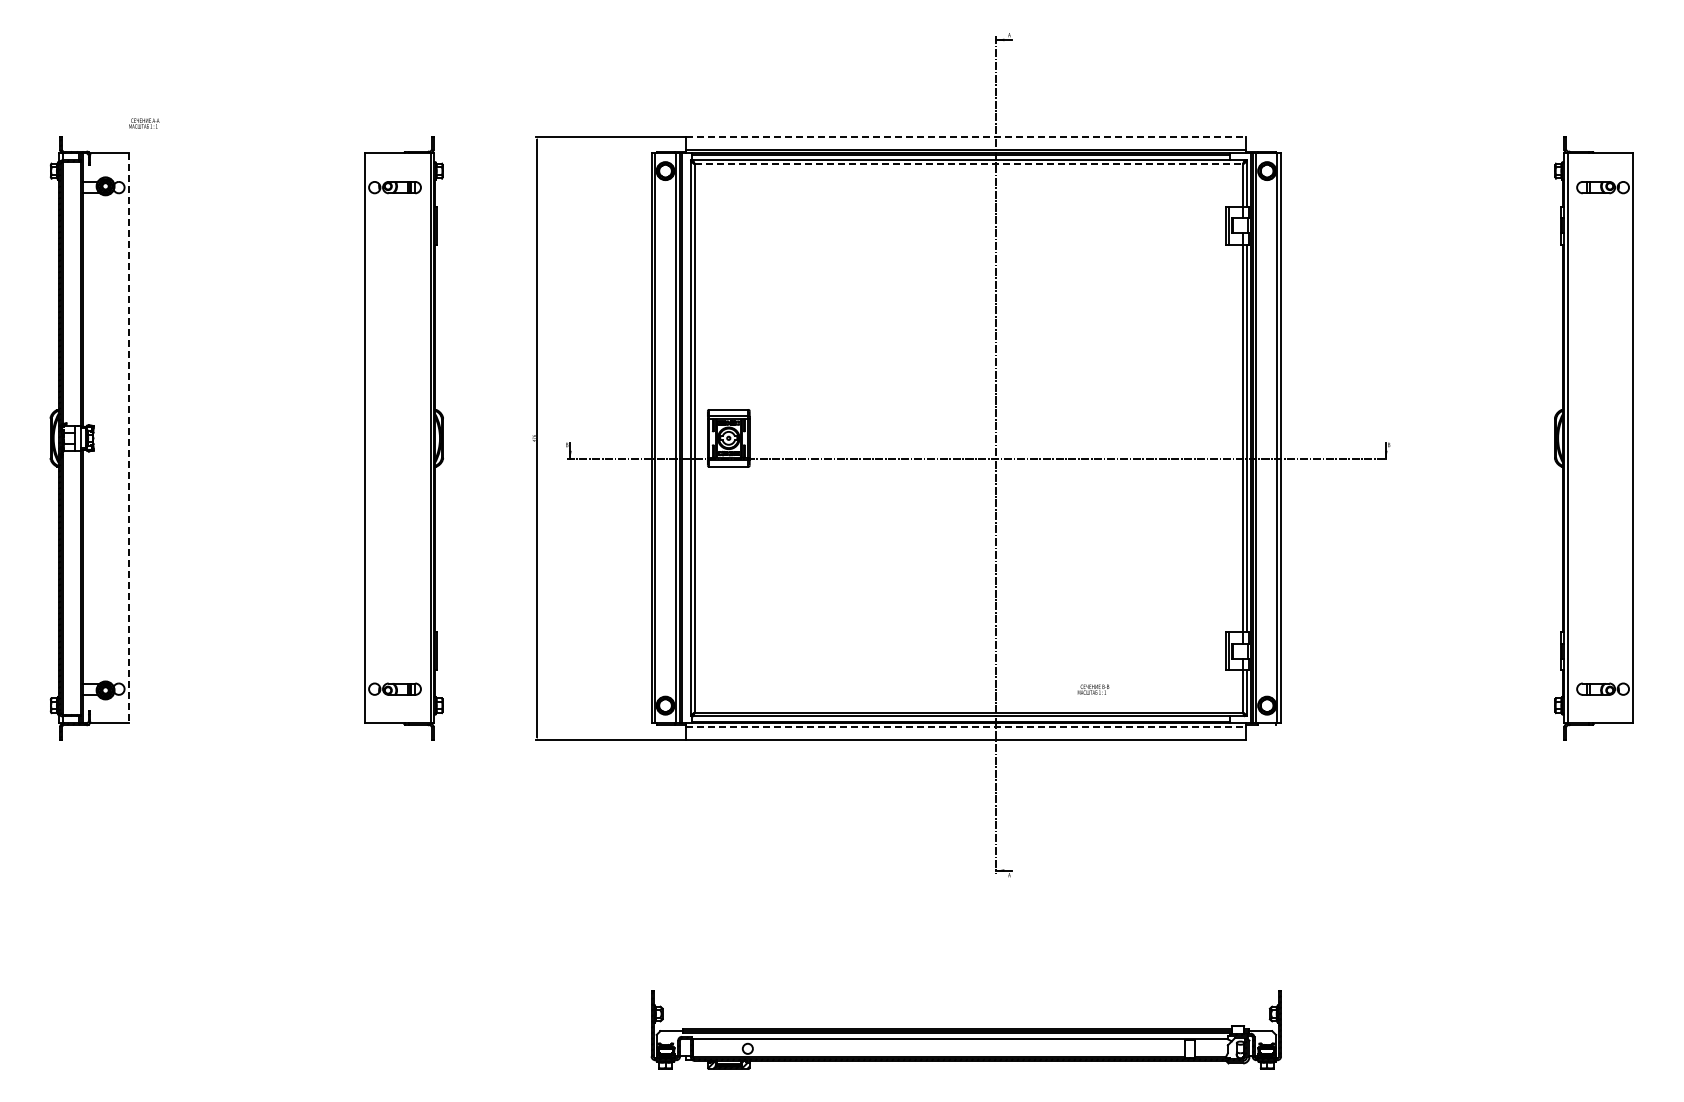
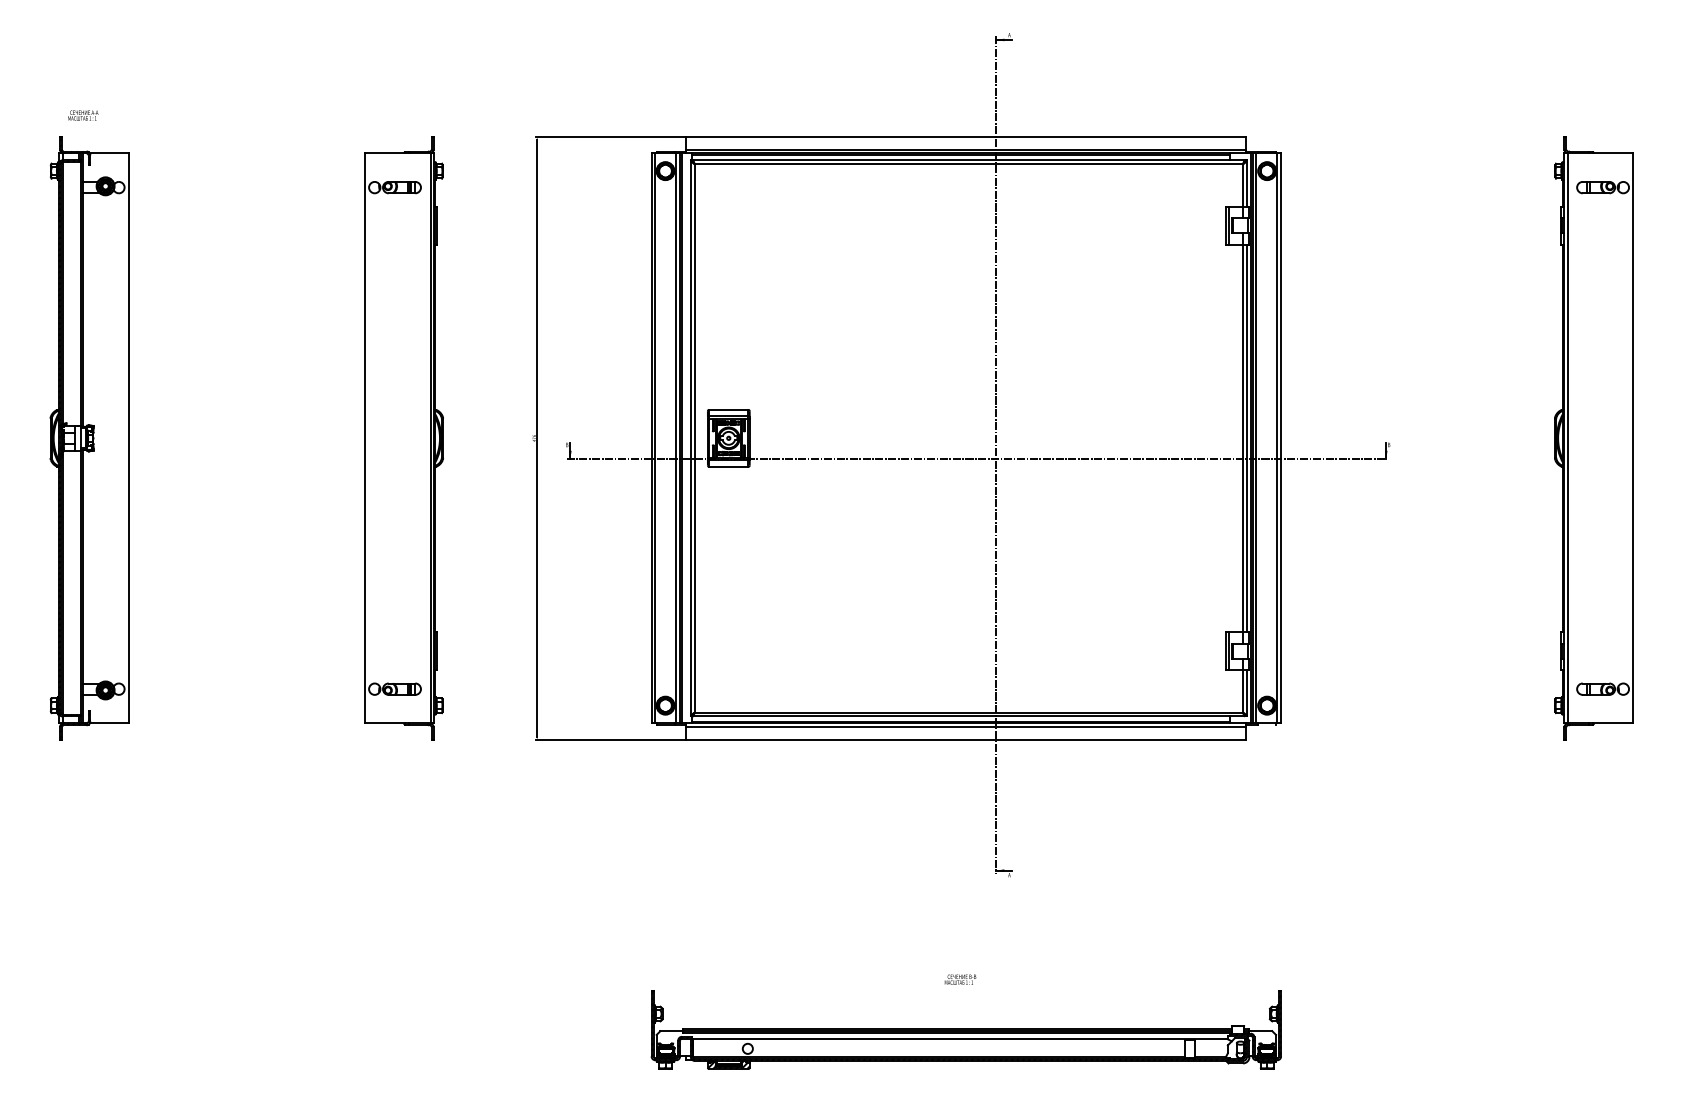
text at (144, 123) position: (144, 123) -> (83, 115)
line at (966, 136): dashed -> solid
line at (969, 164): dashed -> solid
line at (129, 438): dashed -> solid
text at (1093, 689) position: (1093, 689) -> (960, 979)
line at (966, 727): dashed -> solid
